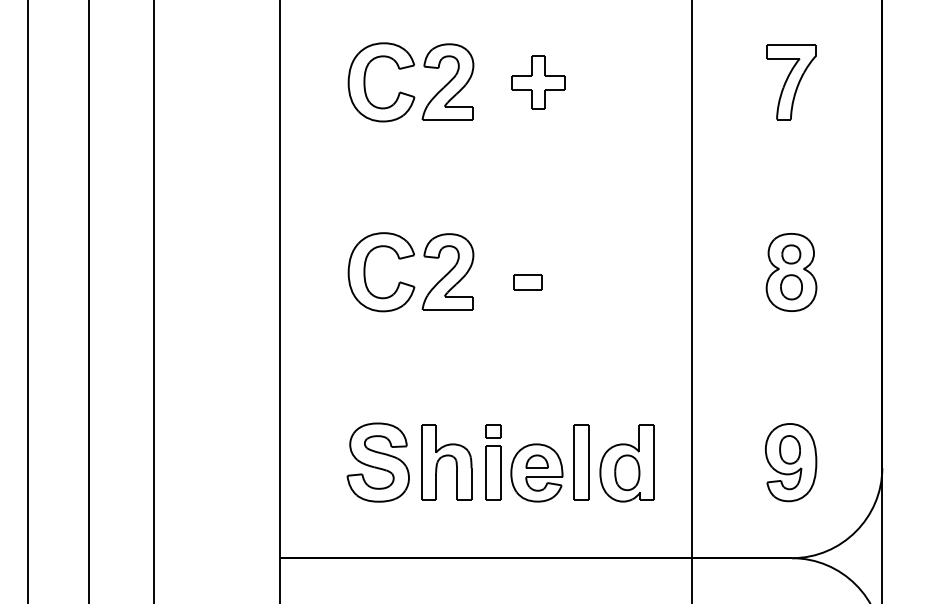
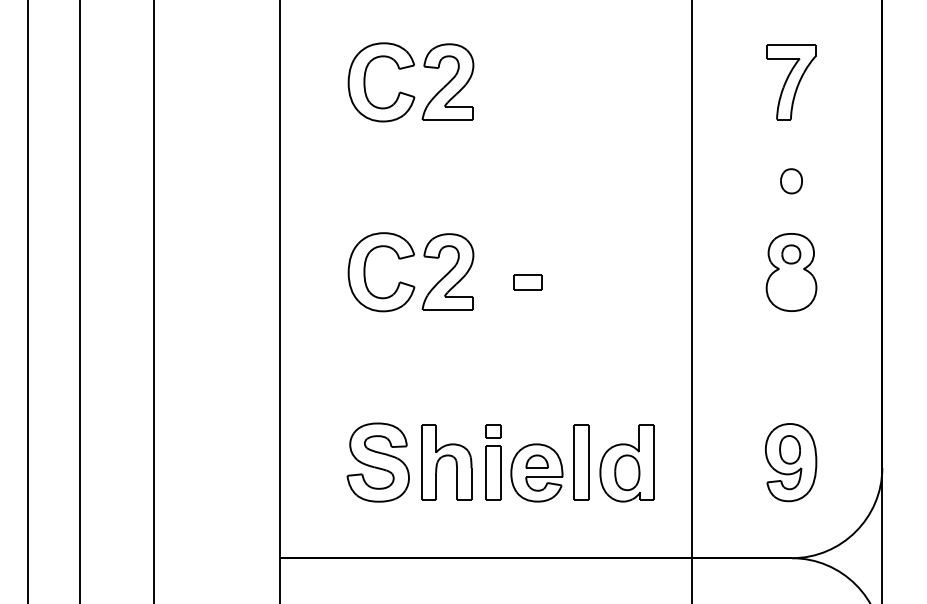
part at (538, 82): present -> none
part at (791, 287) position: (791, 287) -> (791, 181)
line at (89, 301) position: (89, 301) -> (80, 301)
